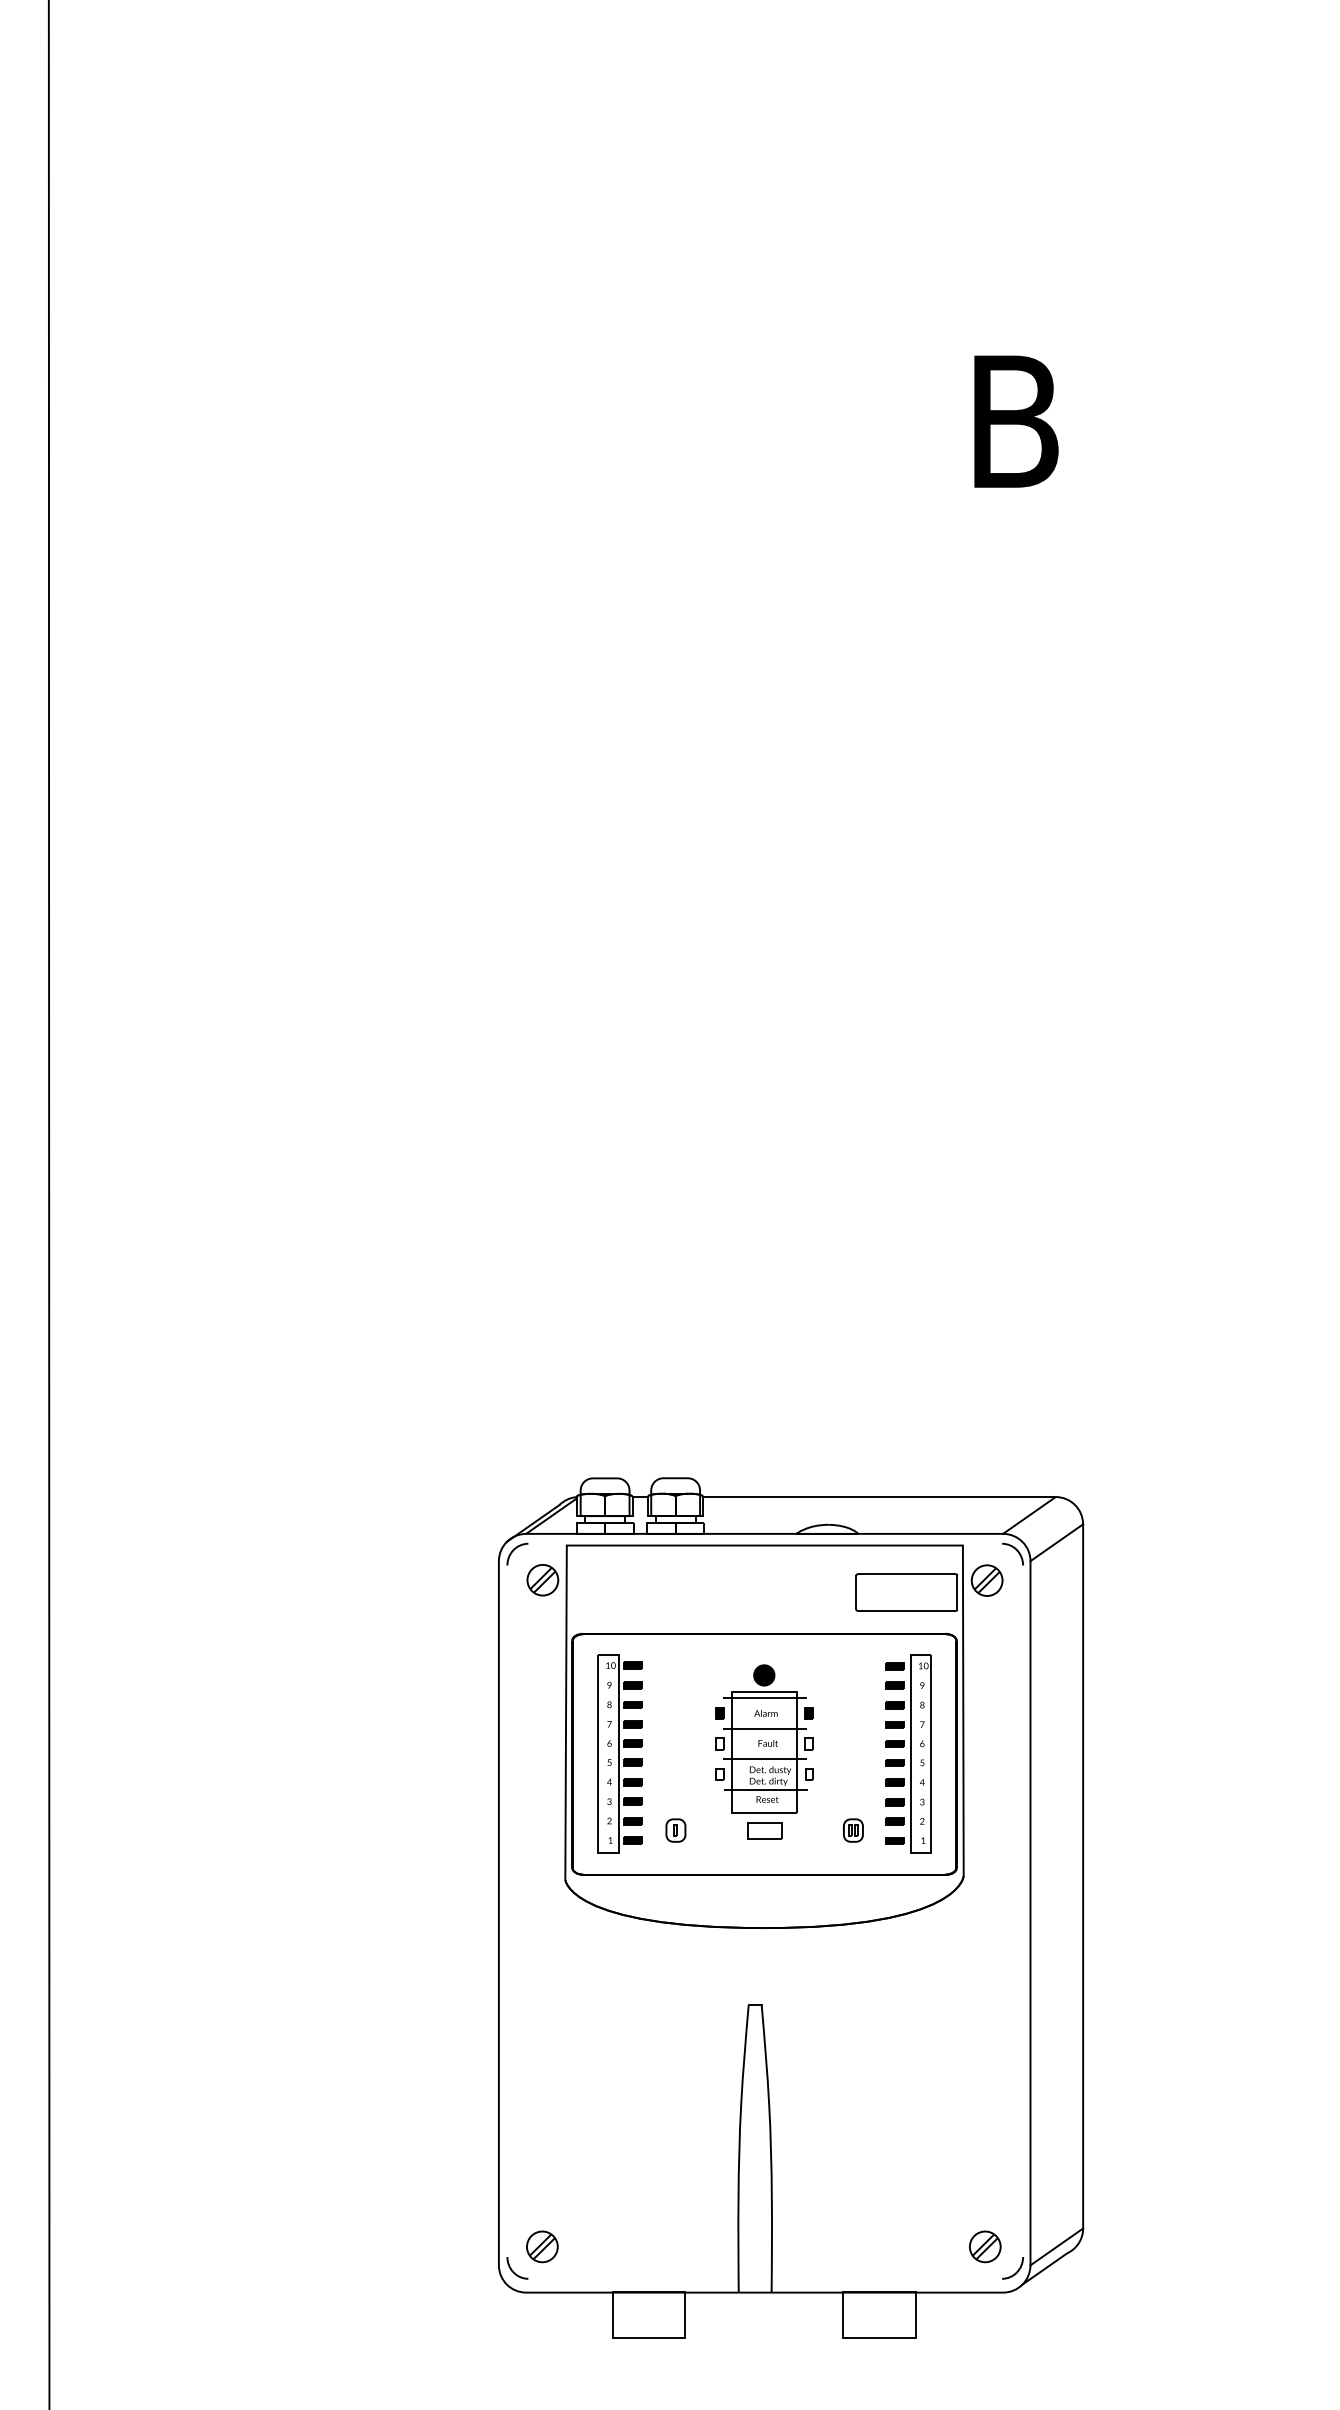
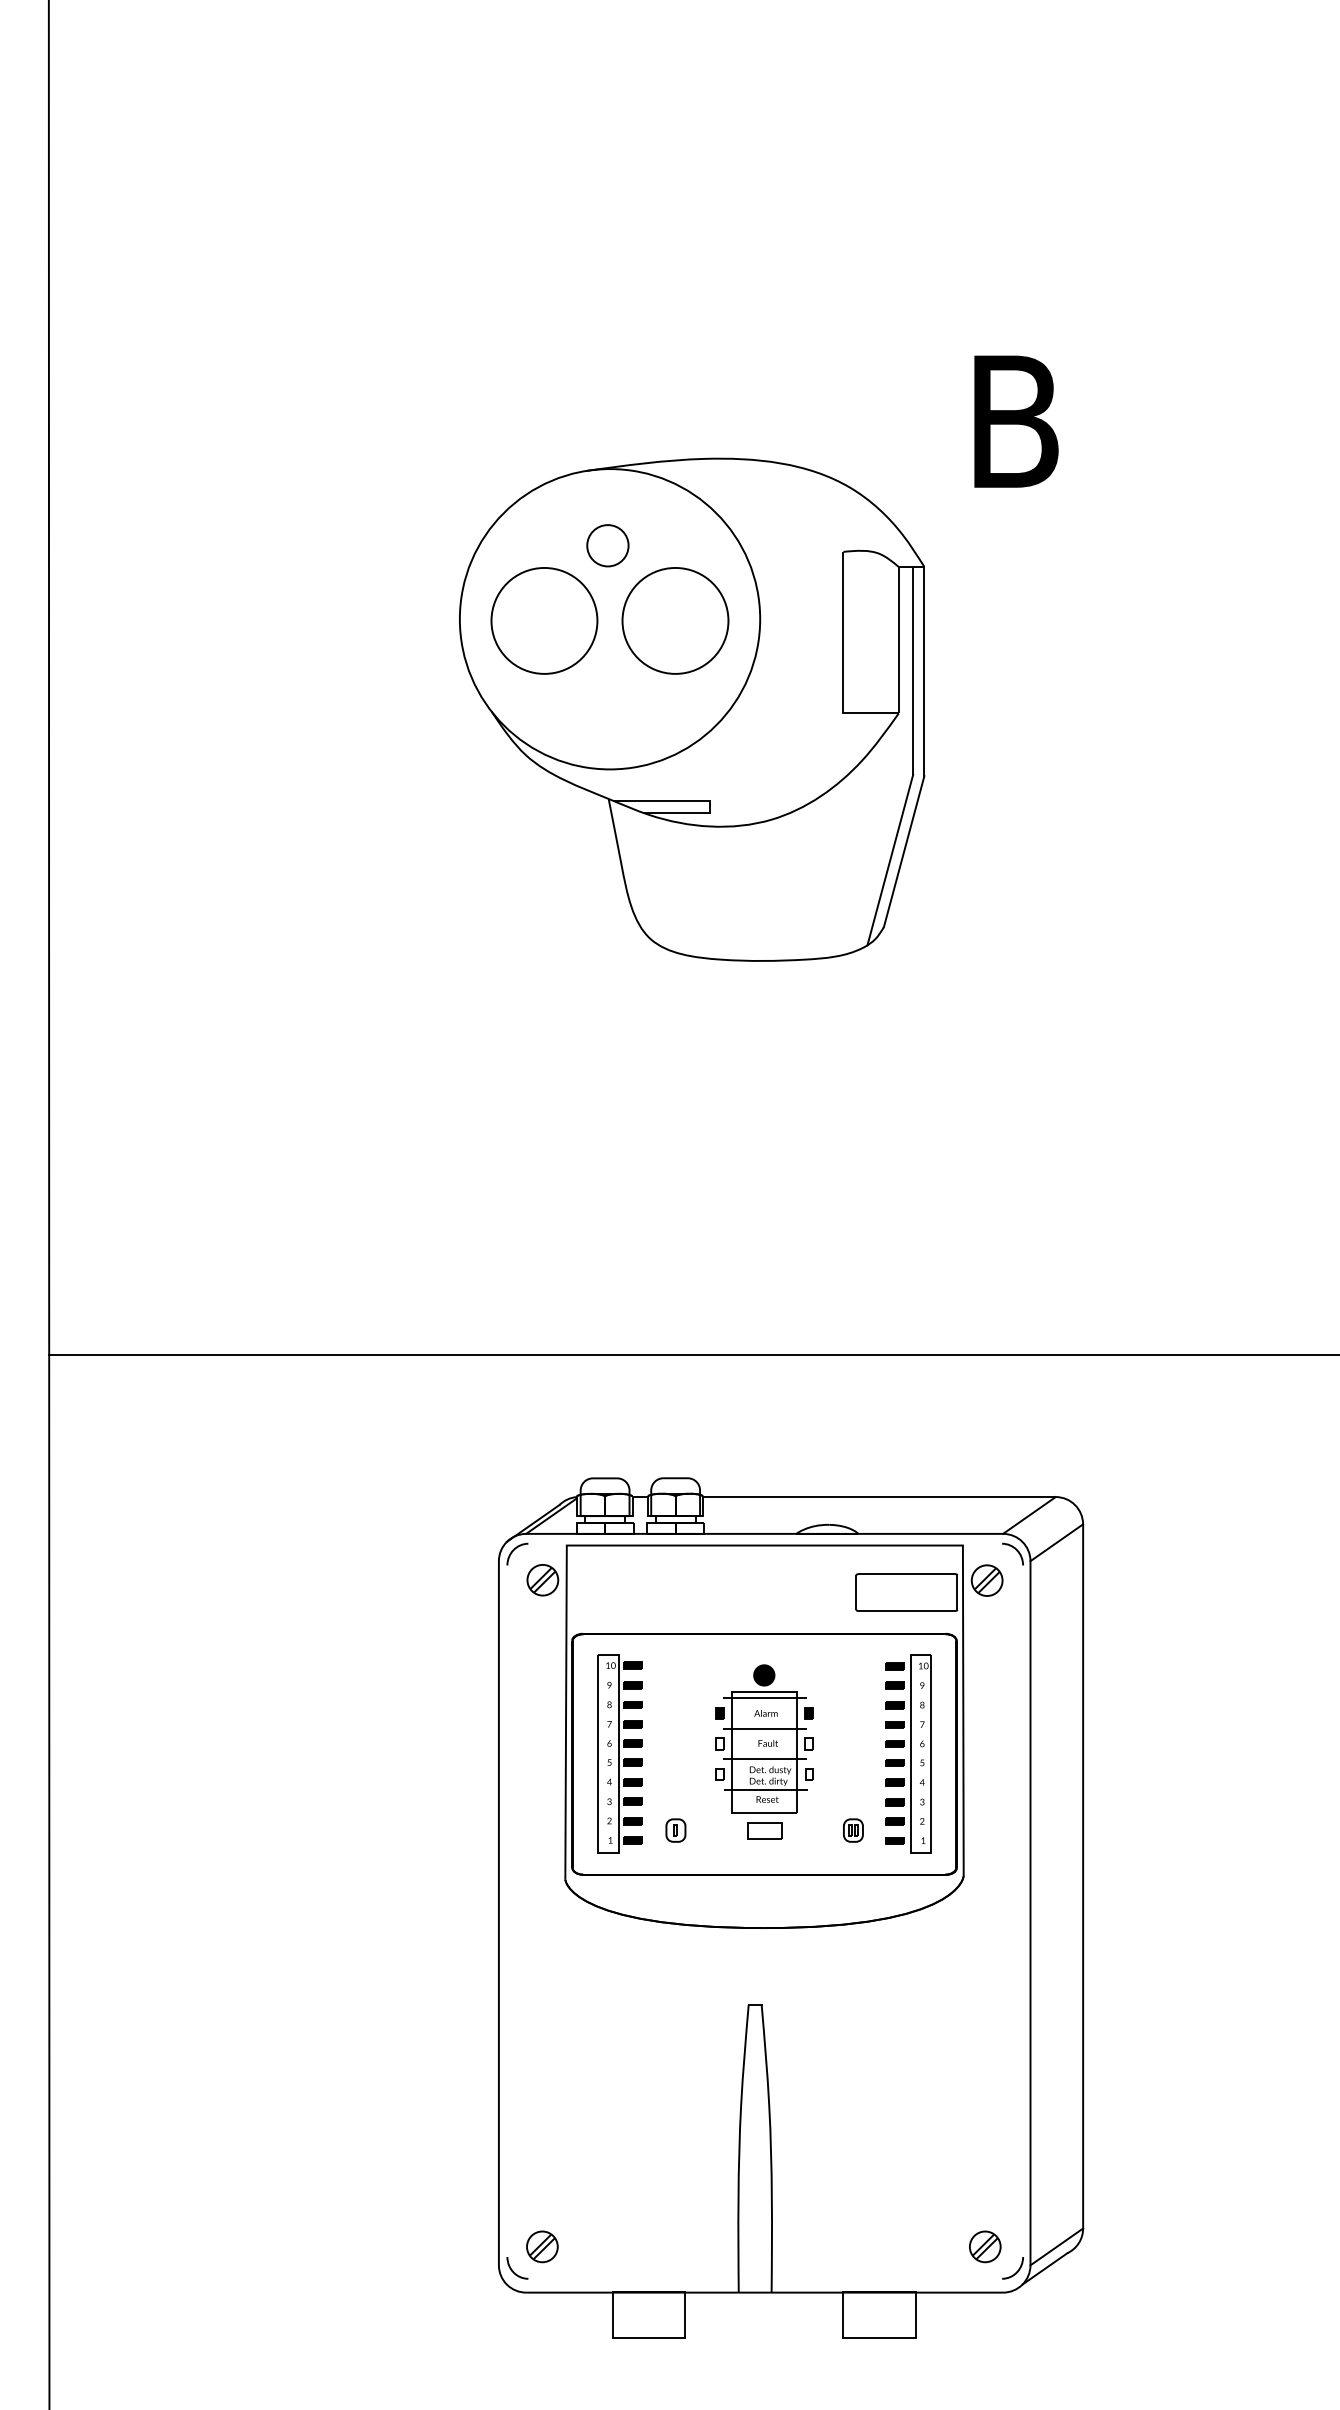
part at (692, 709): none -> present
line at (692, 1355): none -> present
